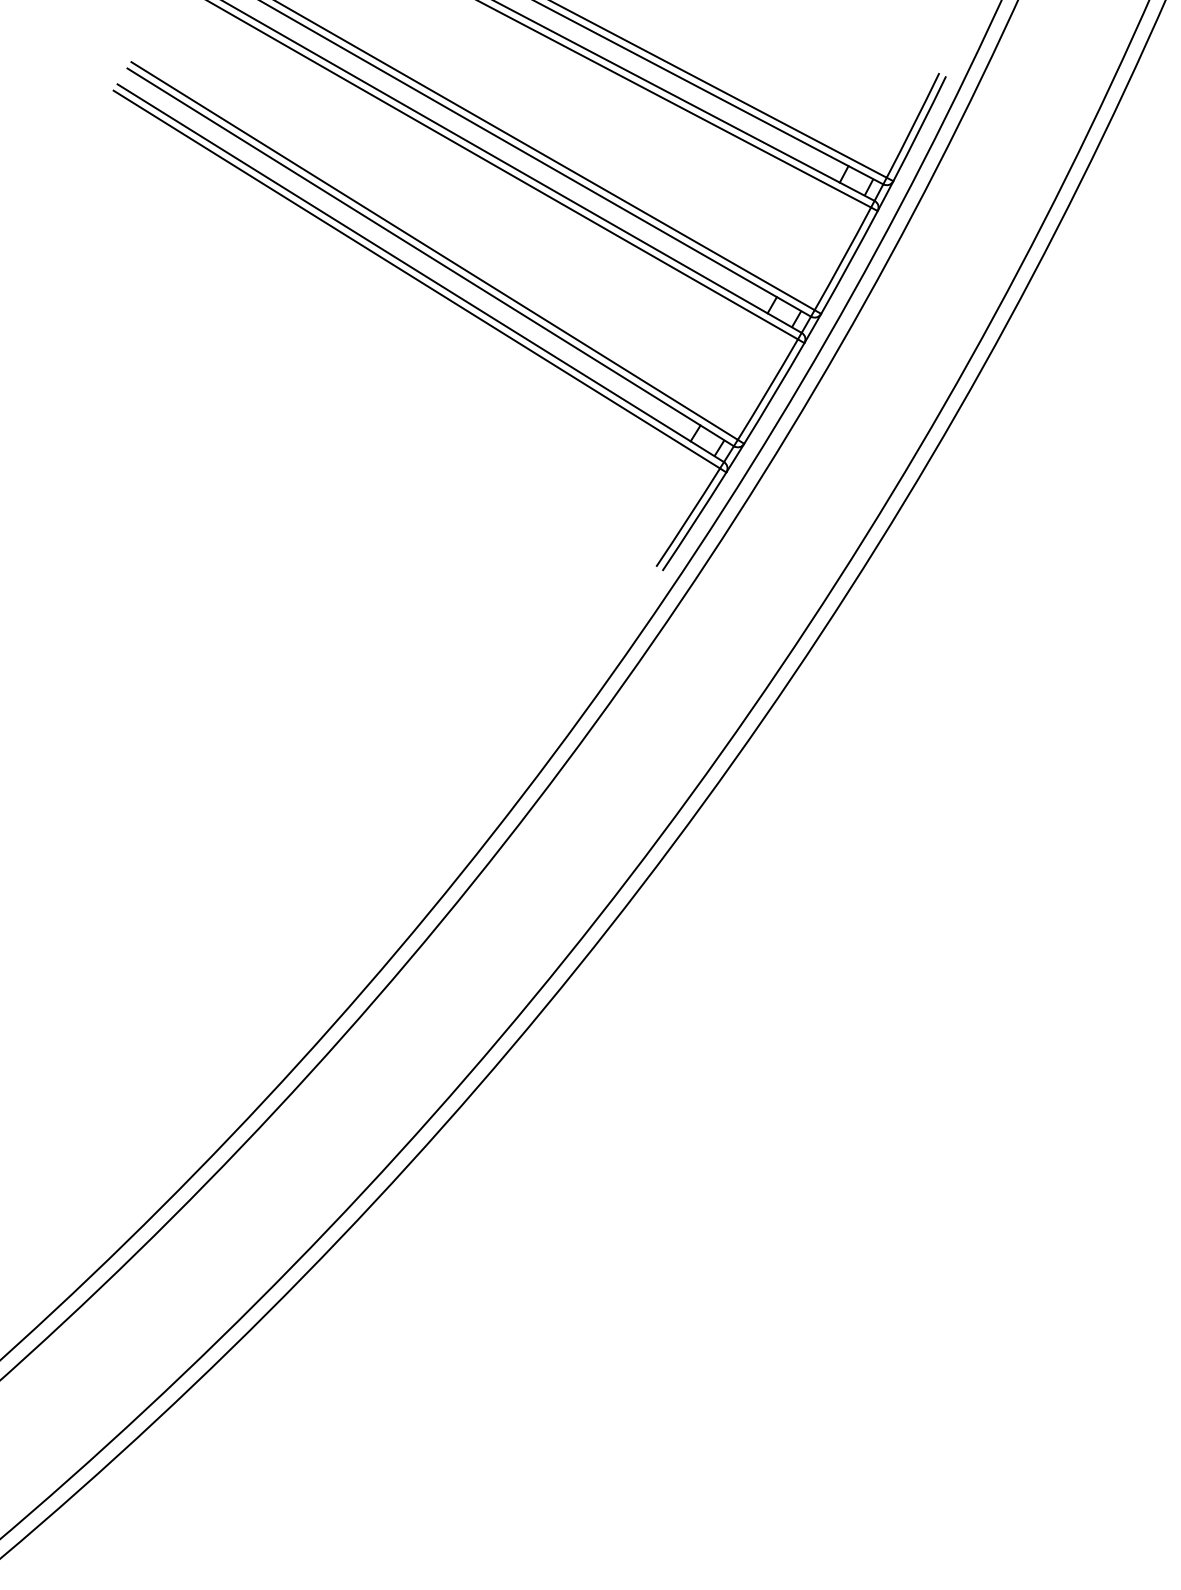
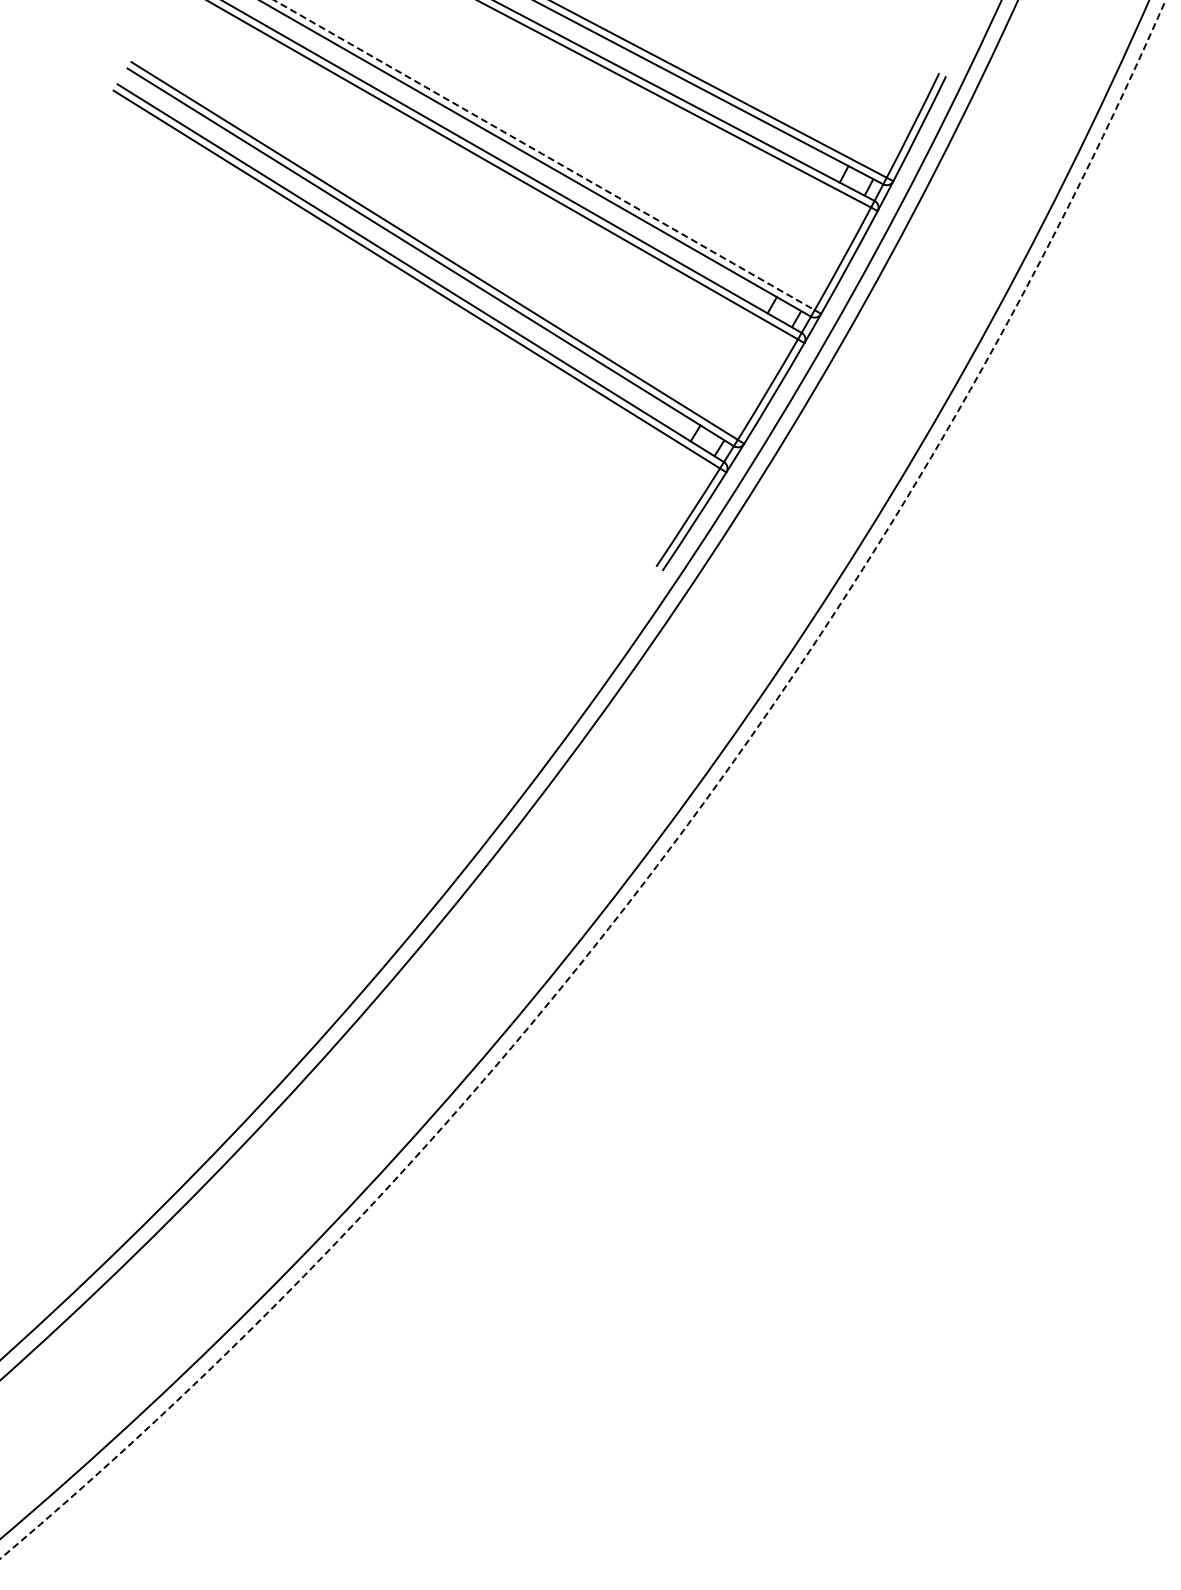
line at (544, 155): solid -> dashed
circle at (582, 779): solid -> dashed
